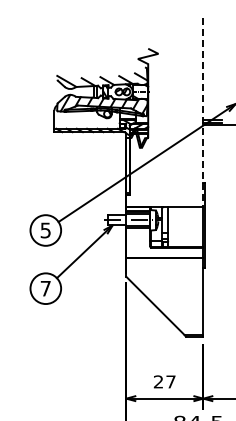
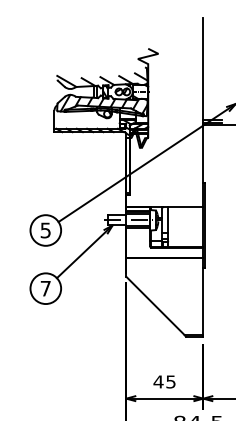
line at (203, 112): dashed -> solid
text at (164, 381): 27 -> 45
